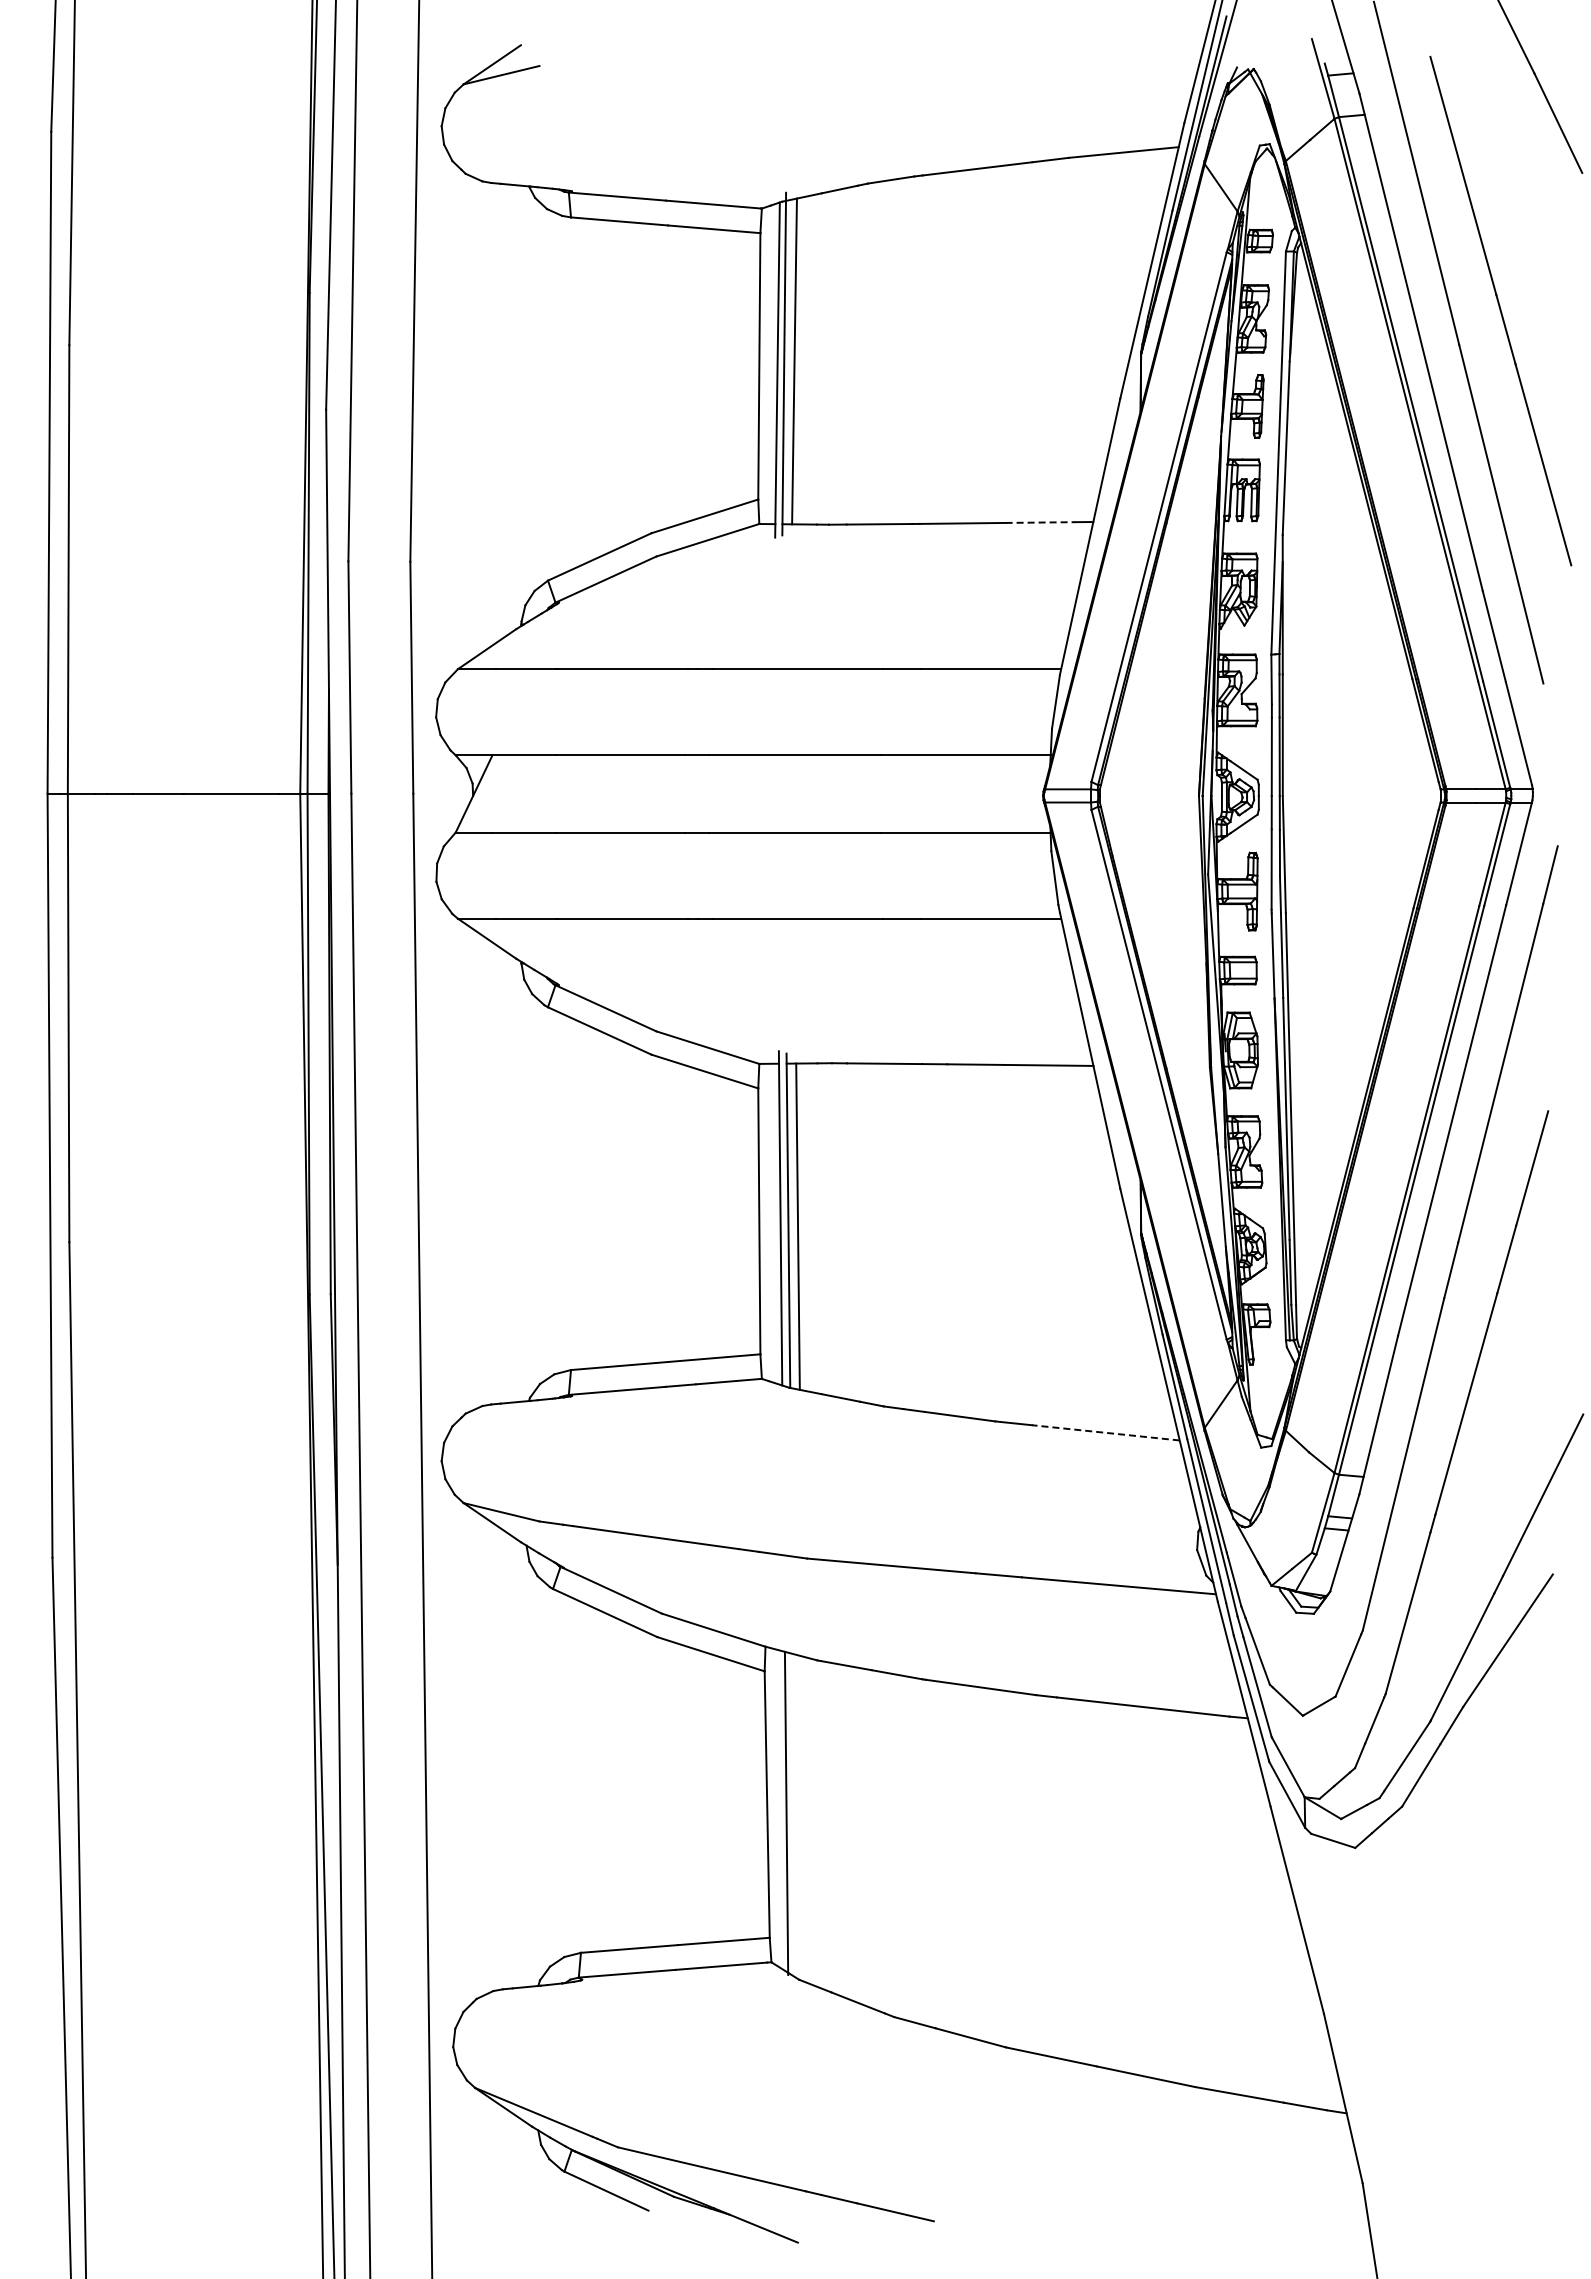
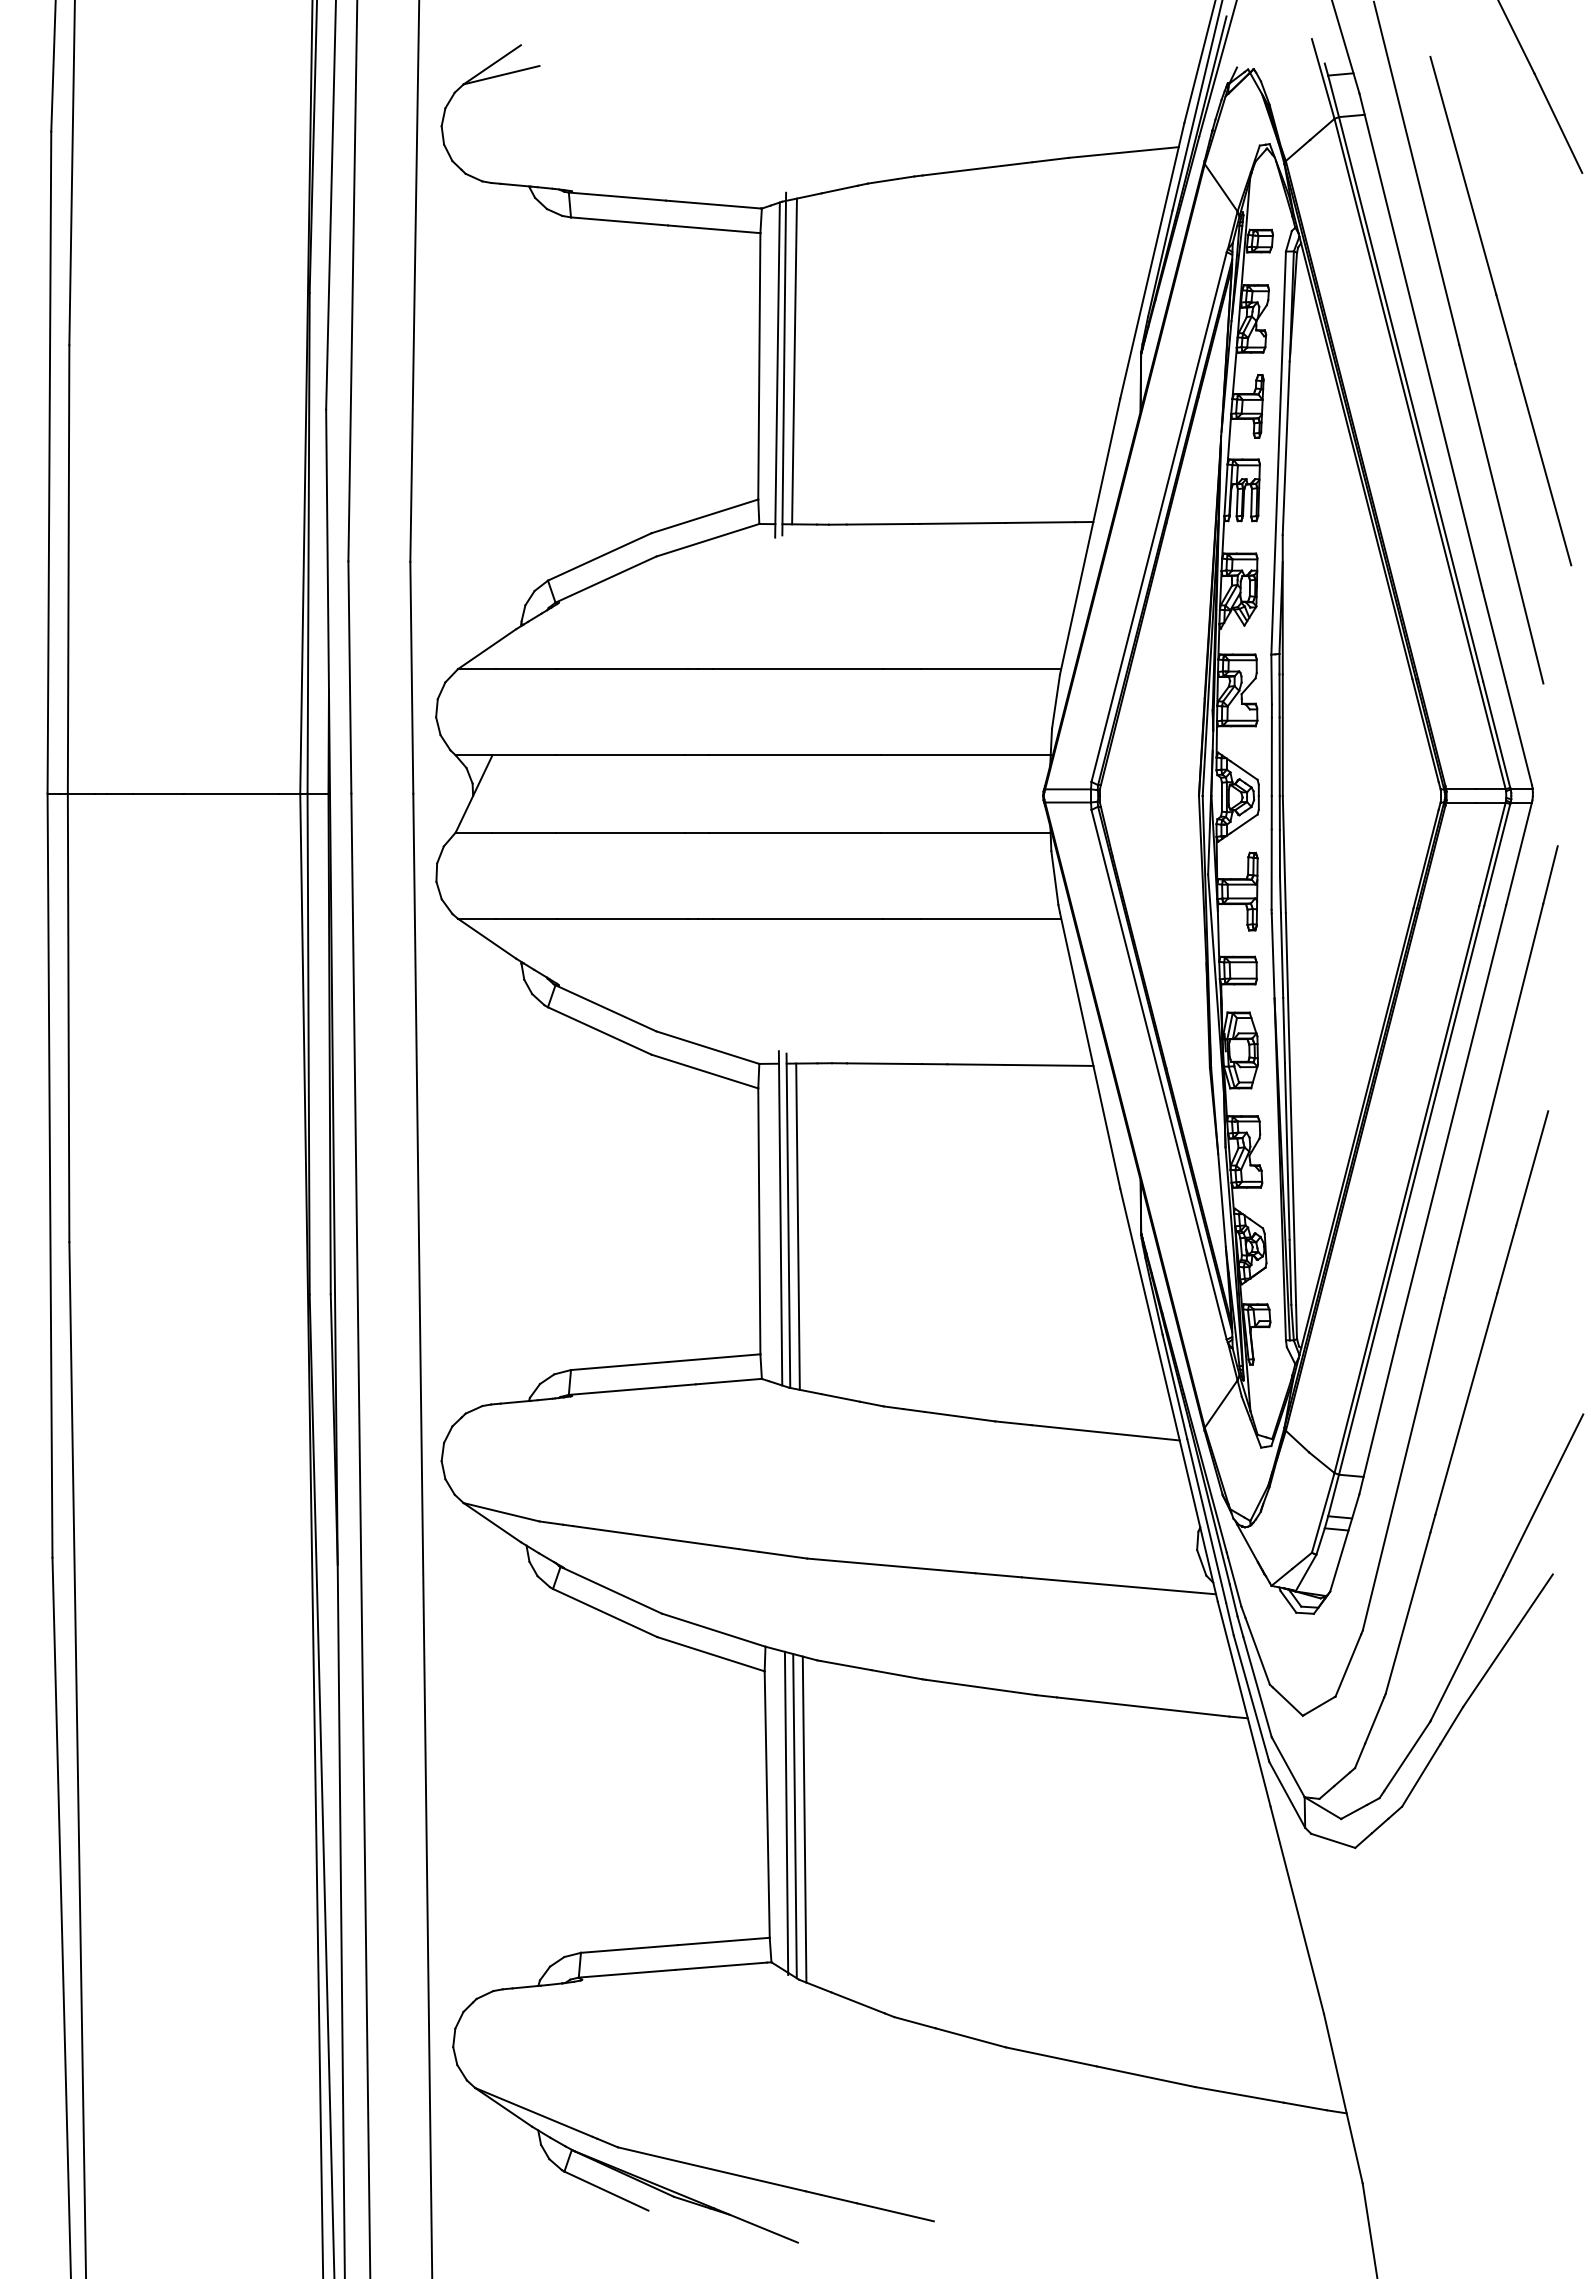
line at (1040, 522): dashed -> solid
line at (1105, 1432): dashed -> solid
line at (794, 1816): none -> present
line at (804, 1819): none -> present
